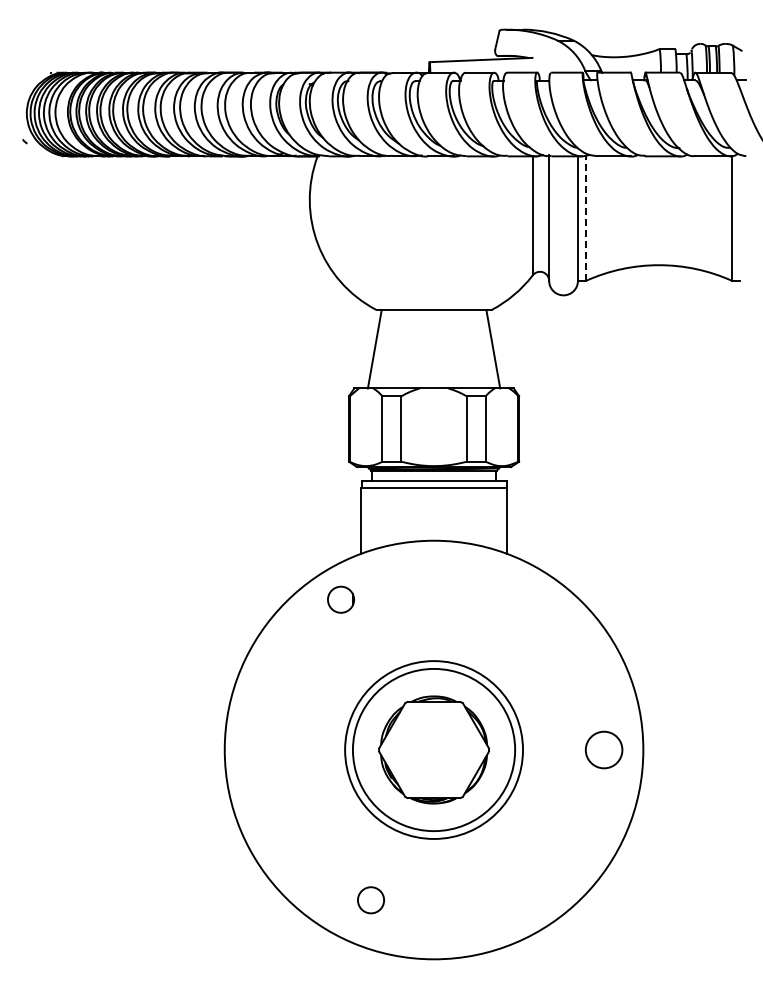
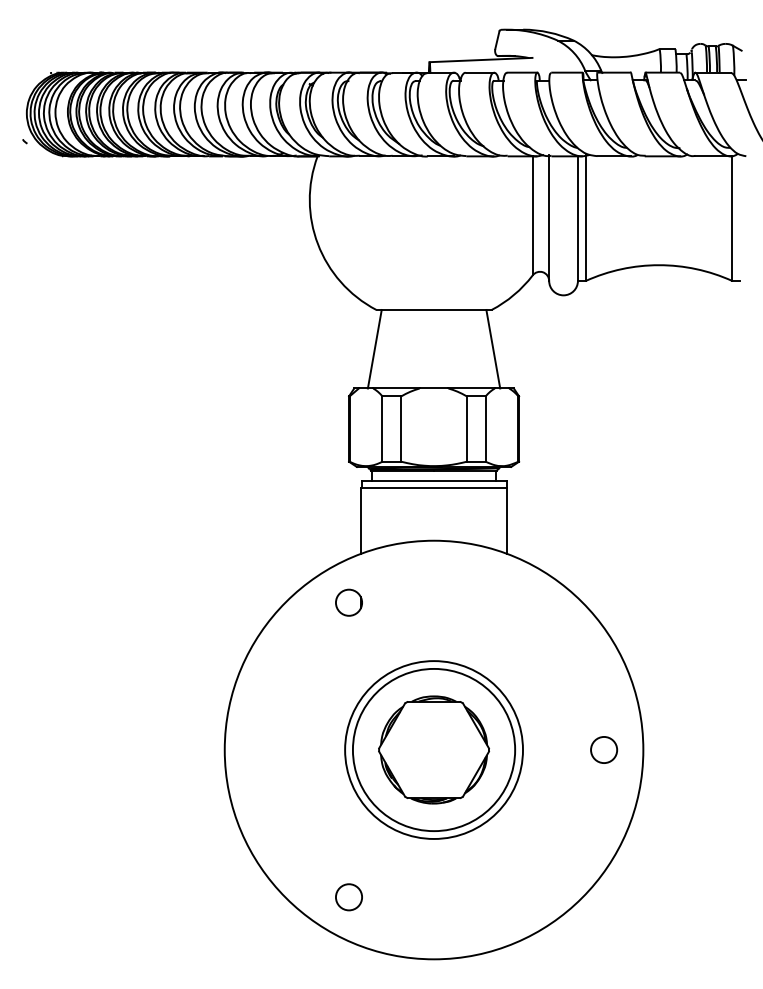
line at (585, 218): dashed -> solid
circle at (340, 599) position: (340, 599) -> (348, 602)
circle at (603, 749) diameter: 37 px -> 26 px
circle at (370, 900) position: (370, 900) -> (348, 897)
